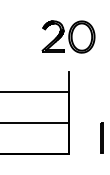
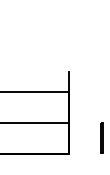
part at (68, 36): present -> none
